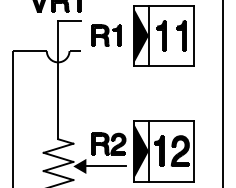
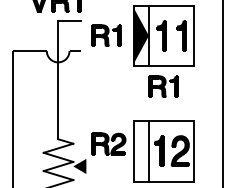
part at (163, 86): none -> present
fill at (140, 151): present -> none
line at (106, 166): present -> none
